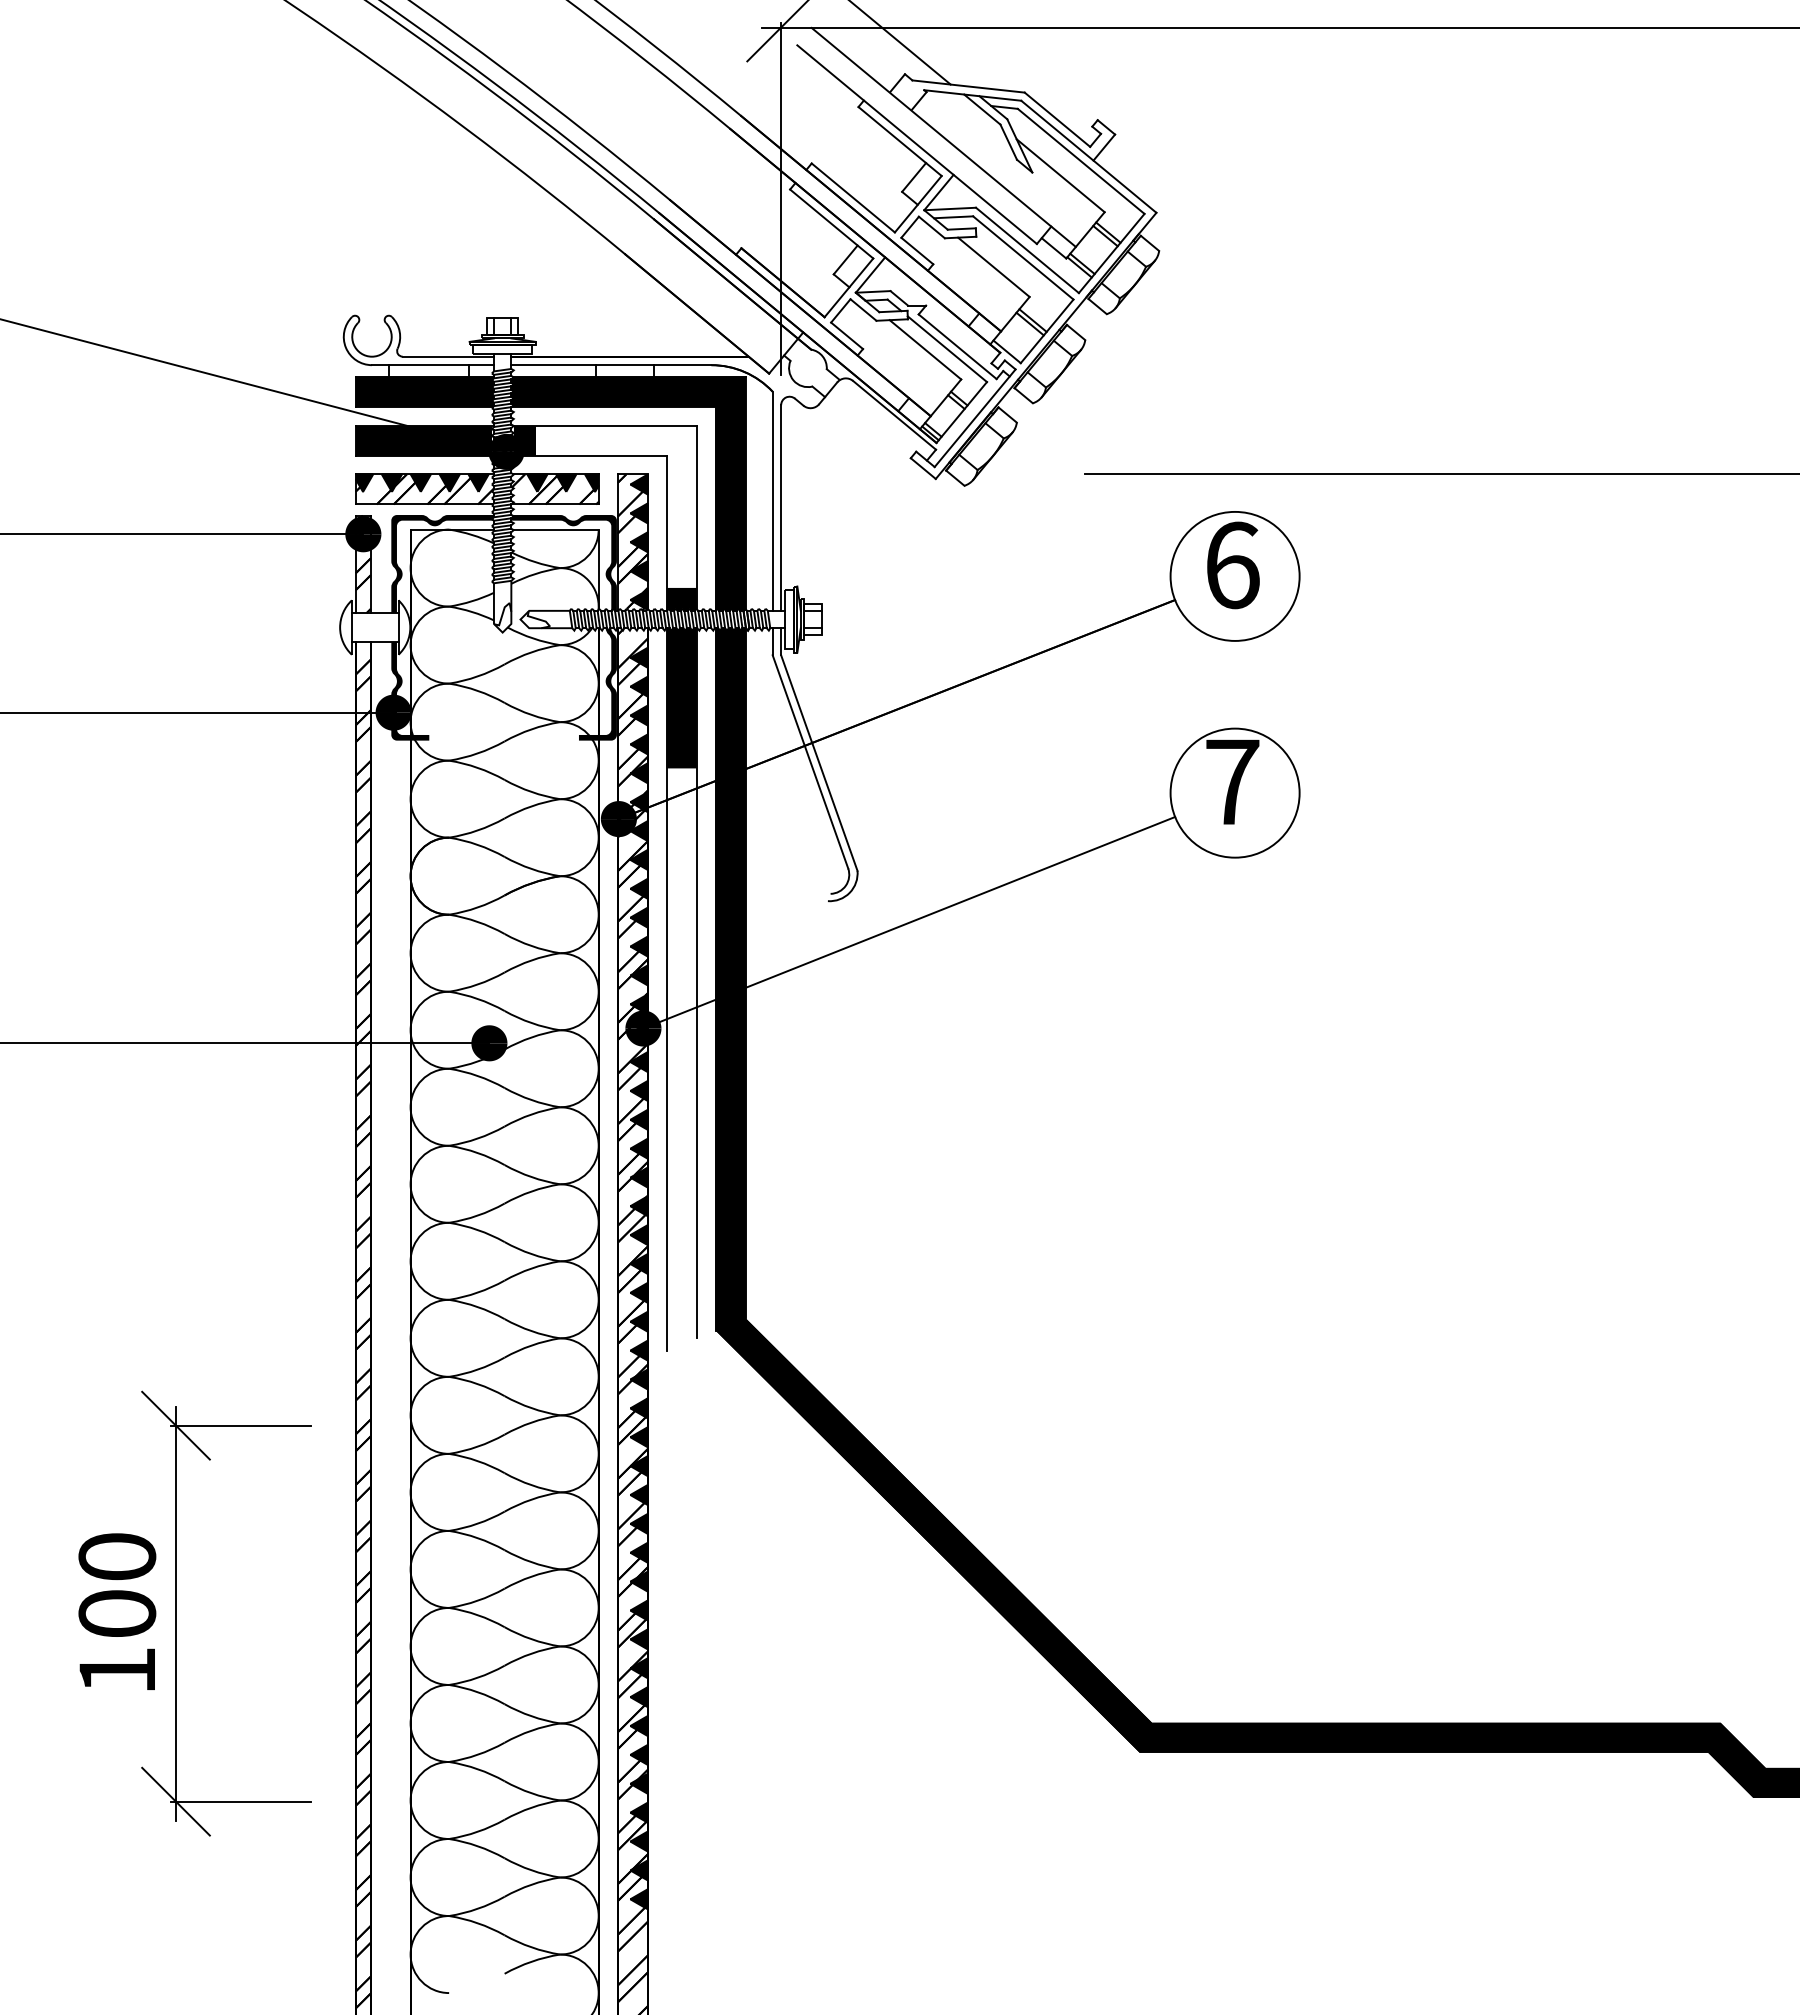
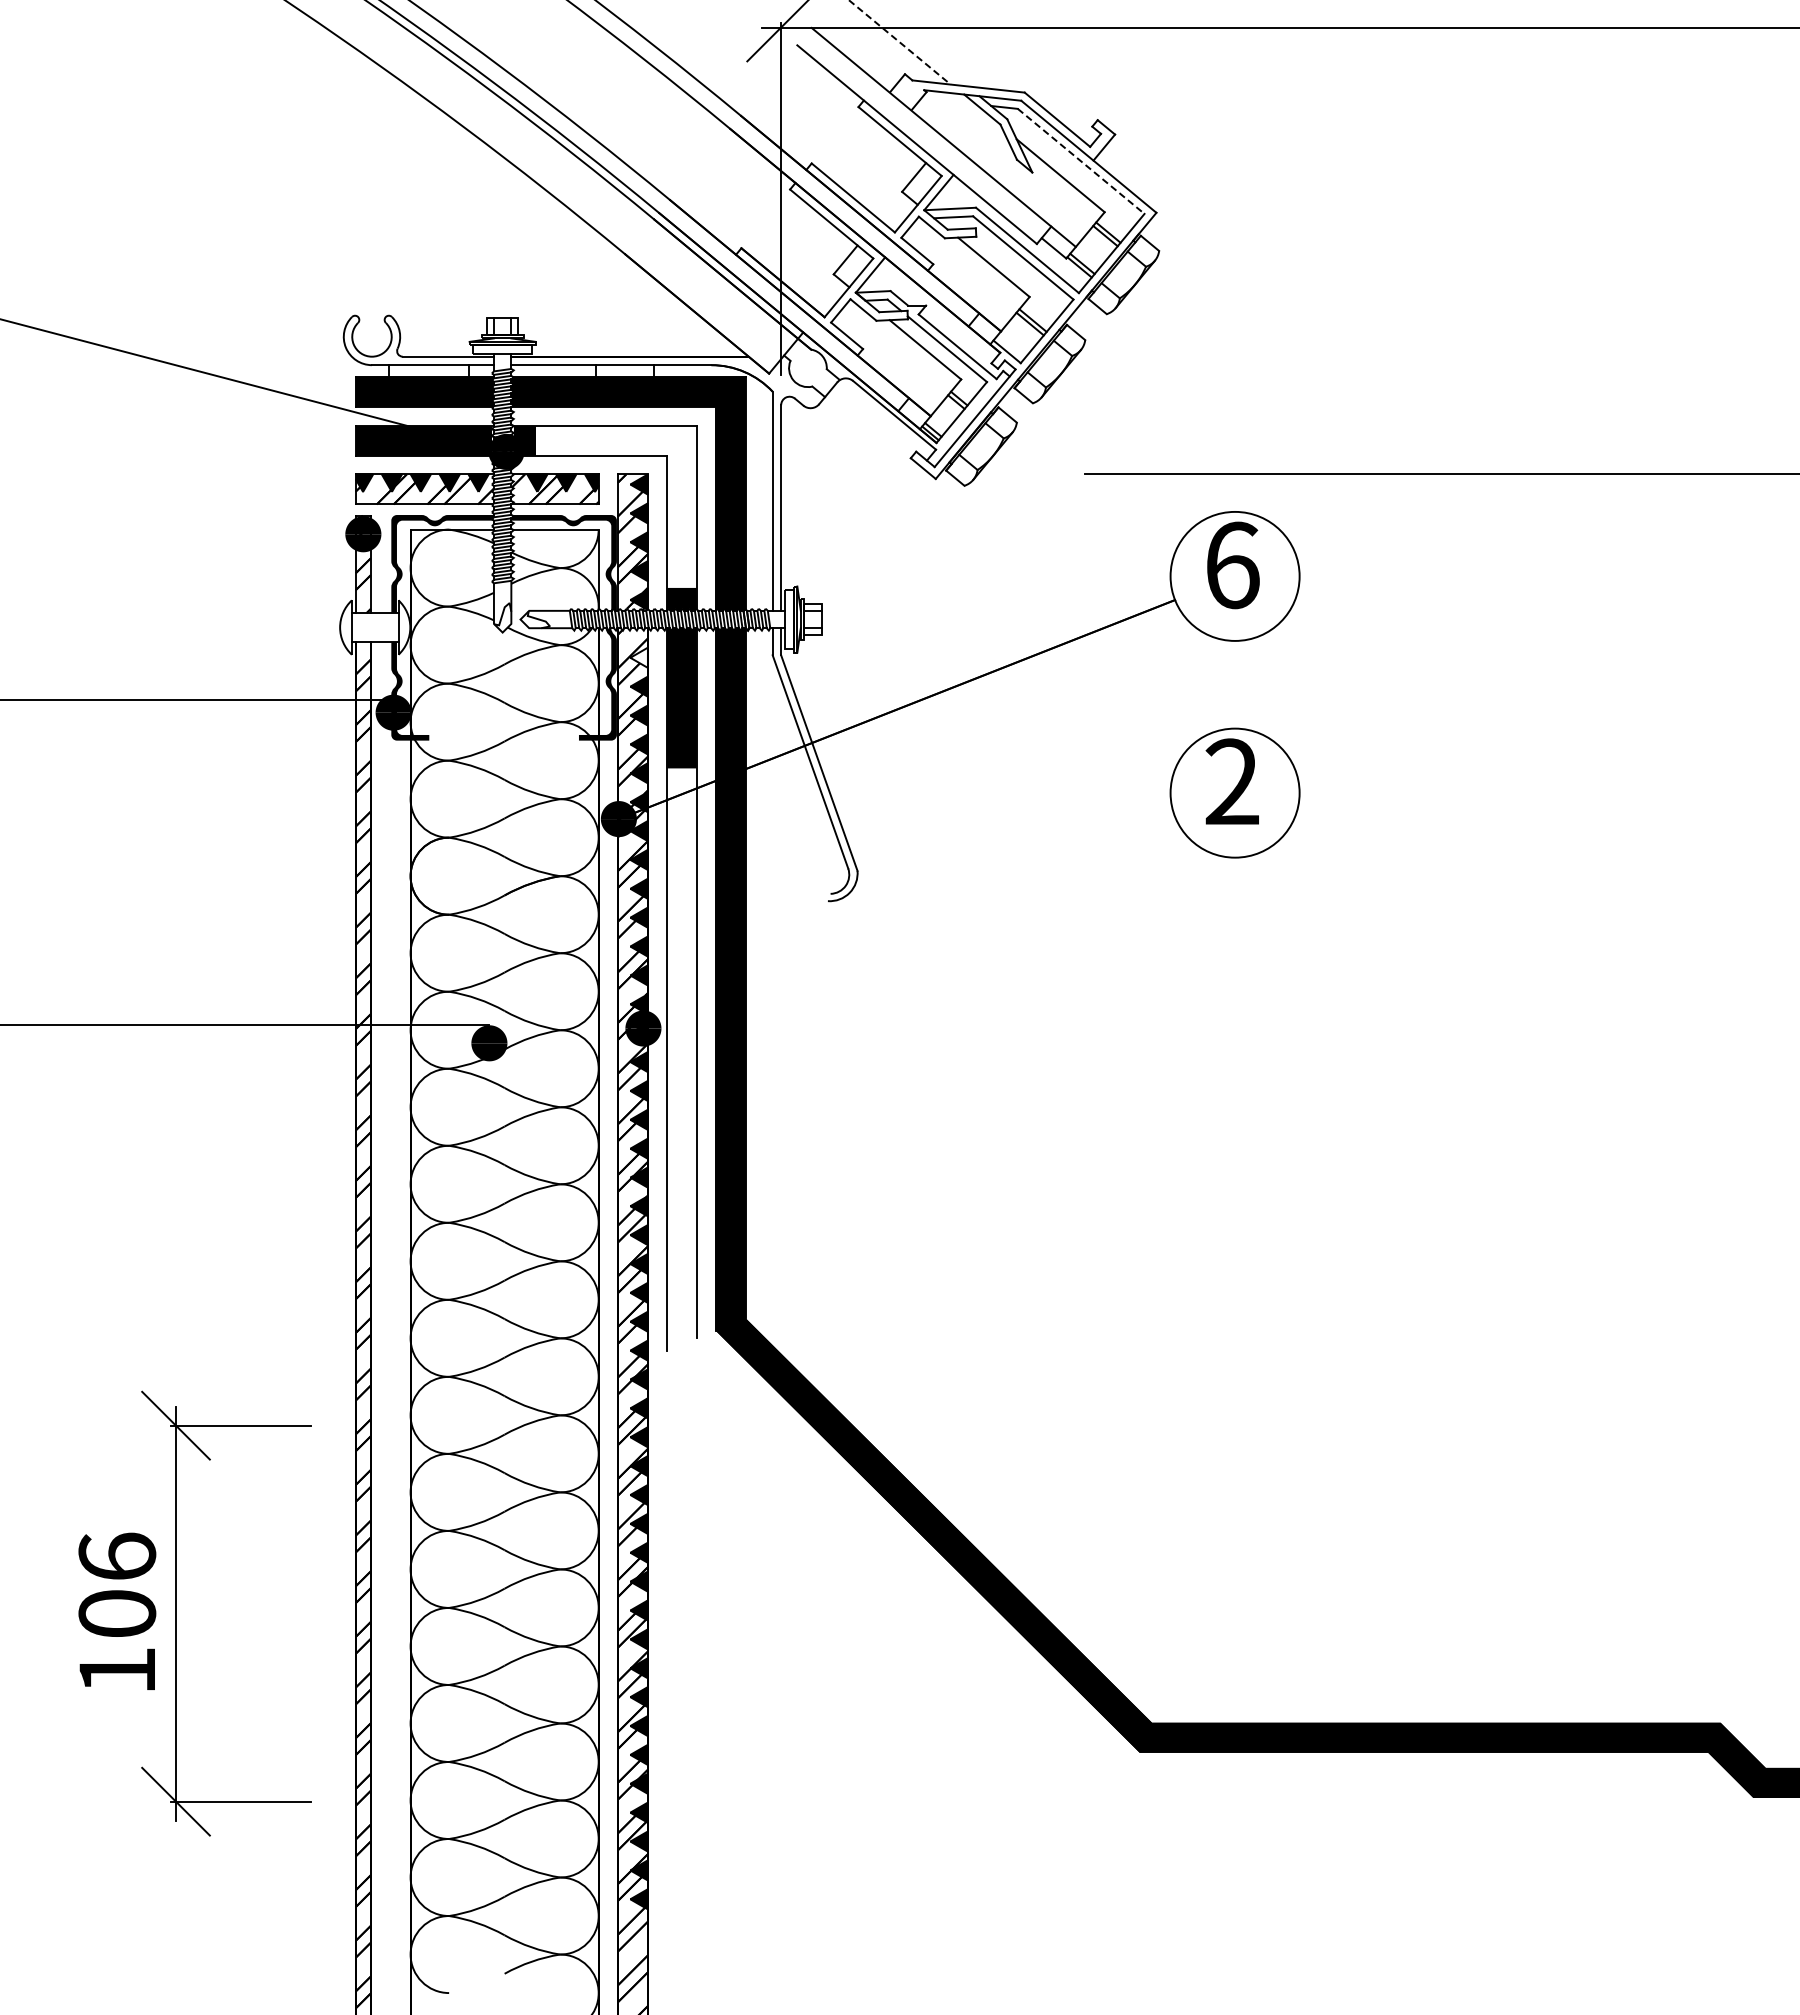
line at (900, 42): solid -> dashed
line at (1081, 161): solid -> dashed
line at (182, 534): present -> none
fill at (638, 657): present -> none
line at (197, 712) position: (197, 712) -> (197, 699)
text at (1232, 781): 7 -> 2
line at (909, 922): present -> none
line at (245, 1043) position: (245, 1043) -> (245, 1025)
text at (117, 1556): 100 -> 106
